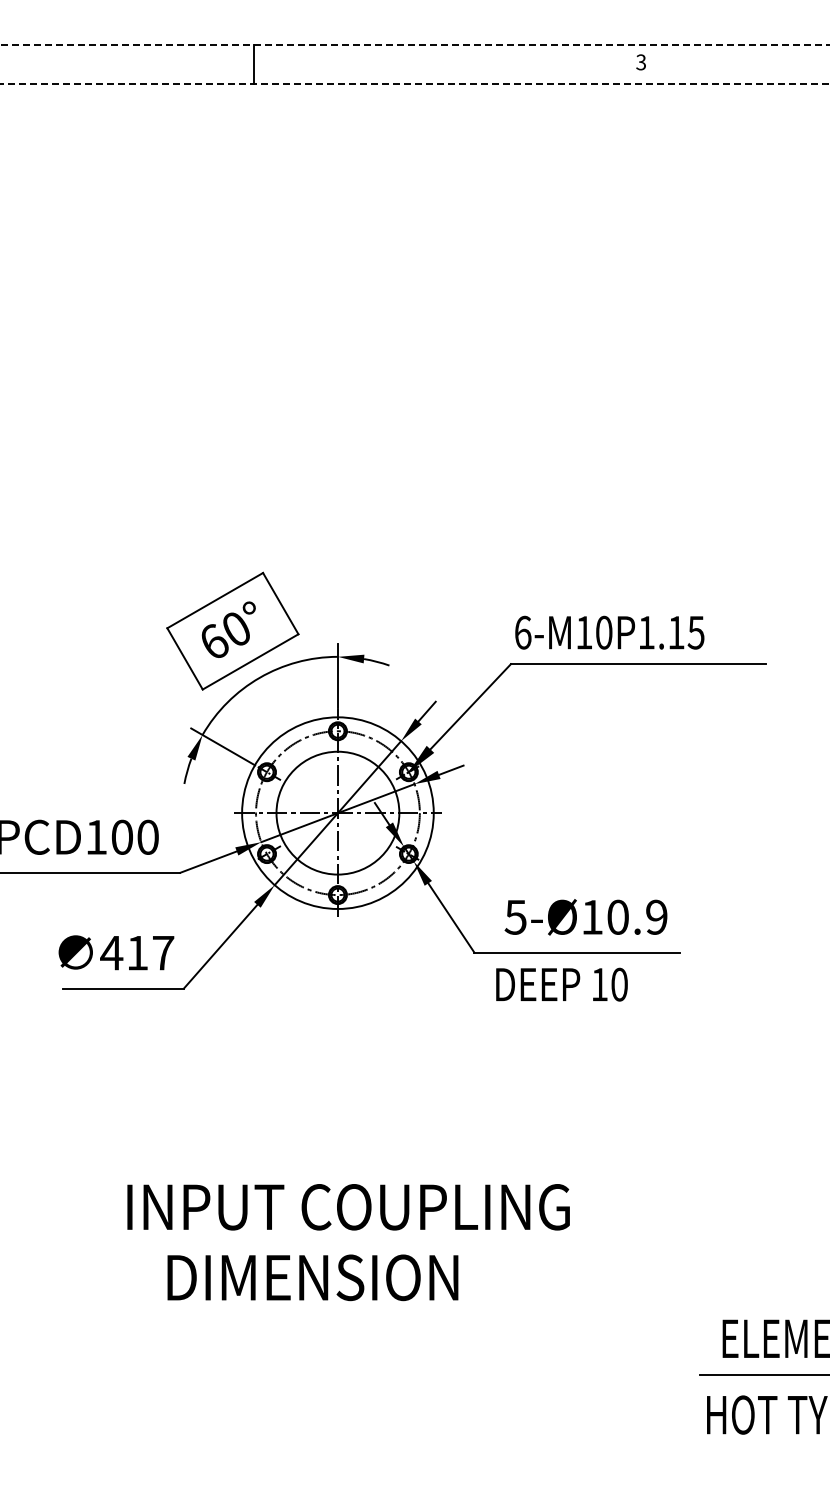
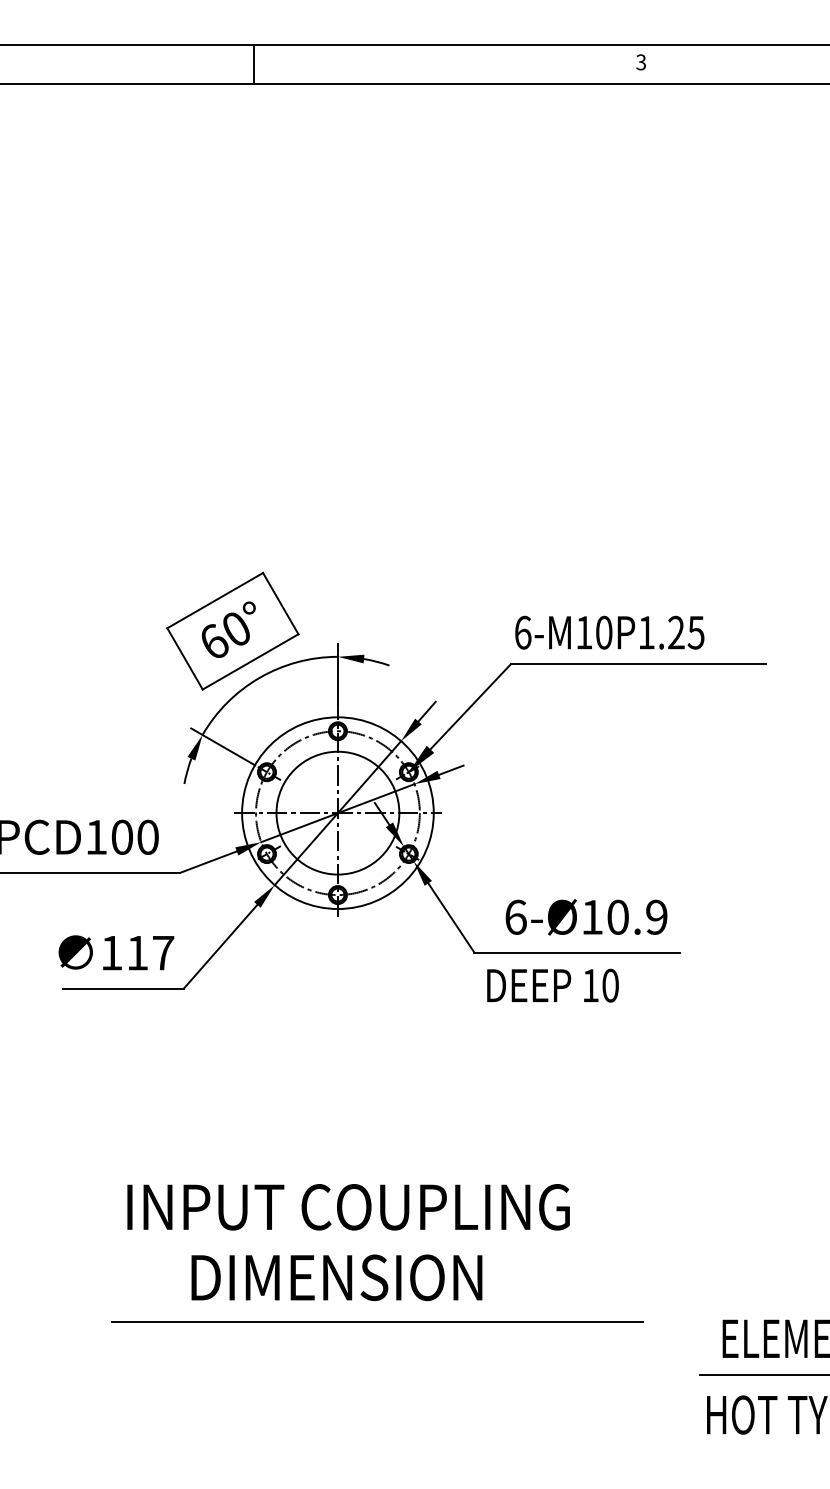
line at (414, 44): dashed -> solid
line at (415, 83): dashed -> solid
text at (676, 632): 6-M10P1.15 -> 6-M10P1.25
text at (515, 916): 5-Ø10.9 -> 6-Ø10.9
text at (111, 953): 417 -> 117
text at (561, 984) position: (561, 984) -> (552, 985)
text at (312, 1277) position: (312, 1277) -> (336, 1277)
line at (377, 1322): none -> present
